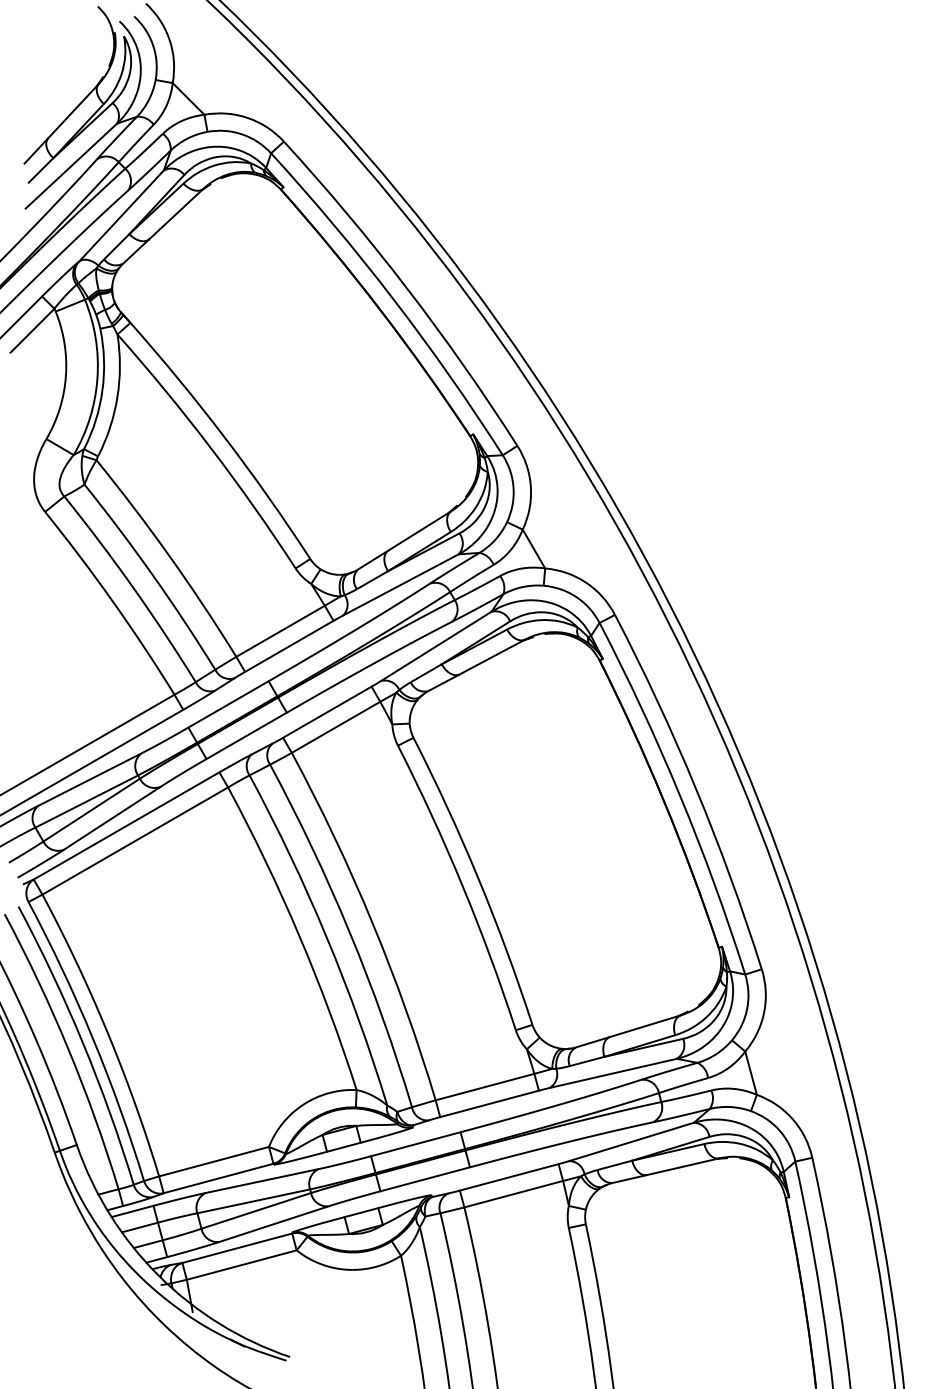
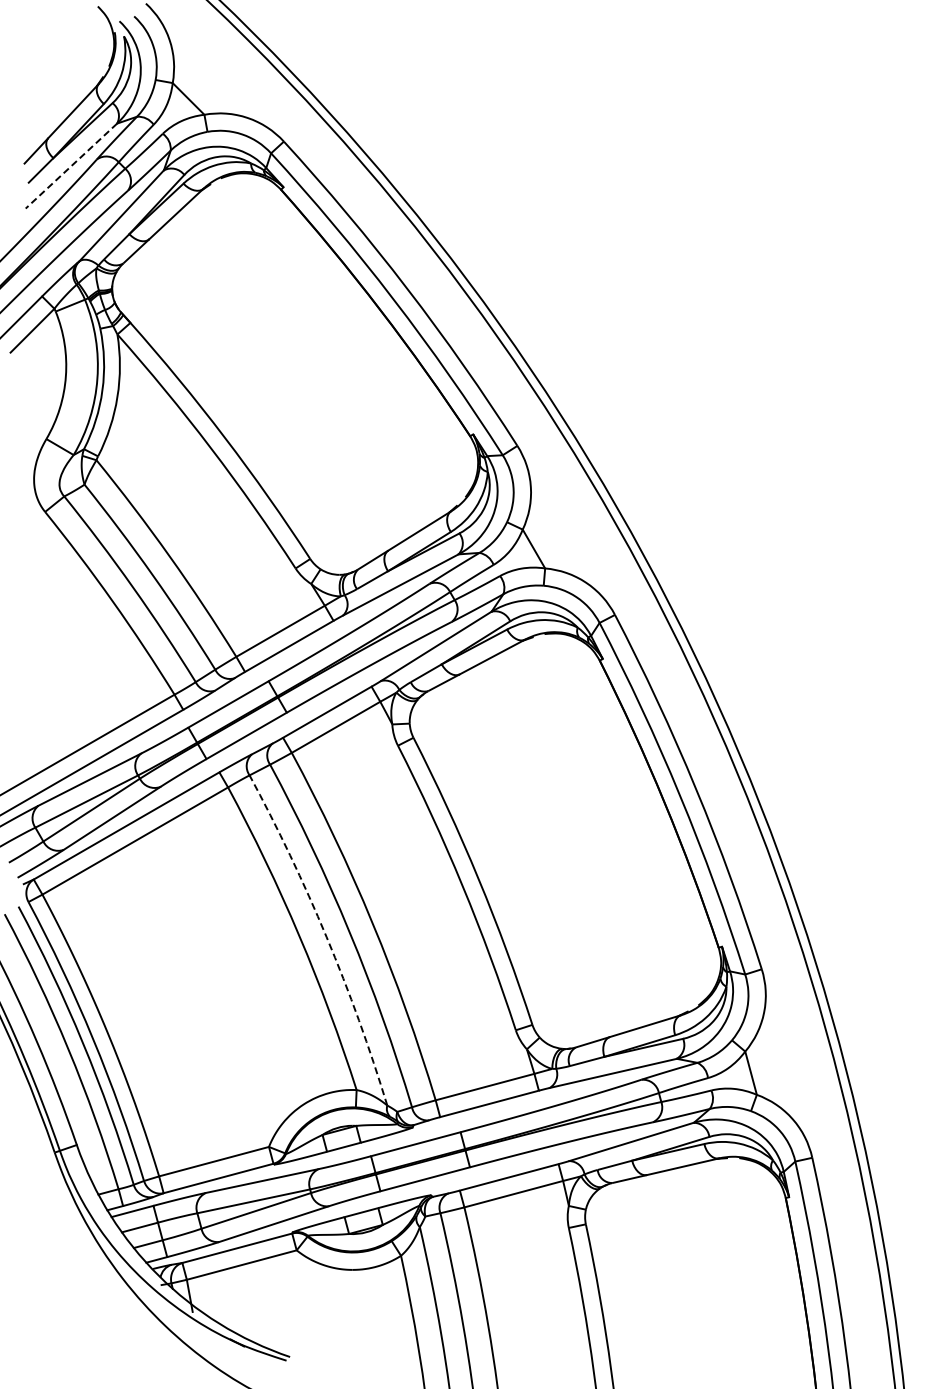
line at (71, 166): solid -> dashed
arc at (326, 937): solid -> dashed
